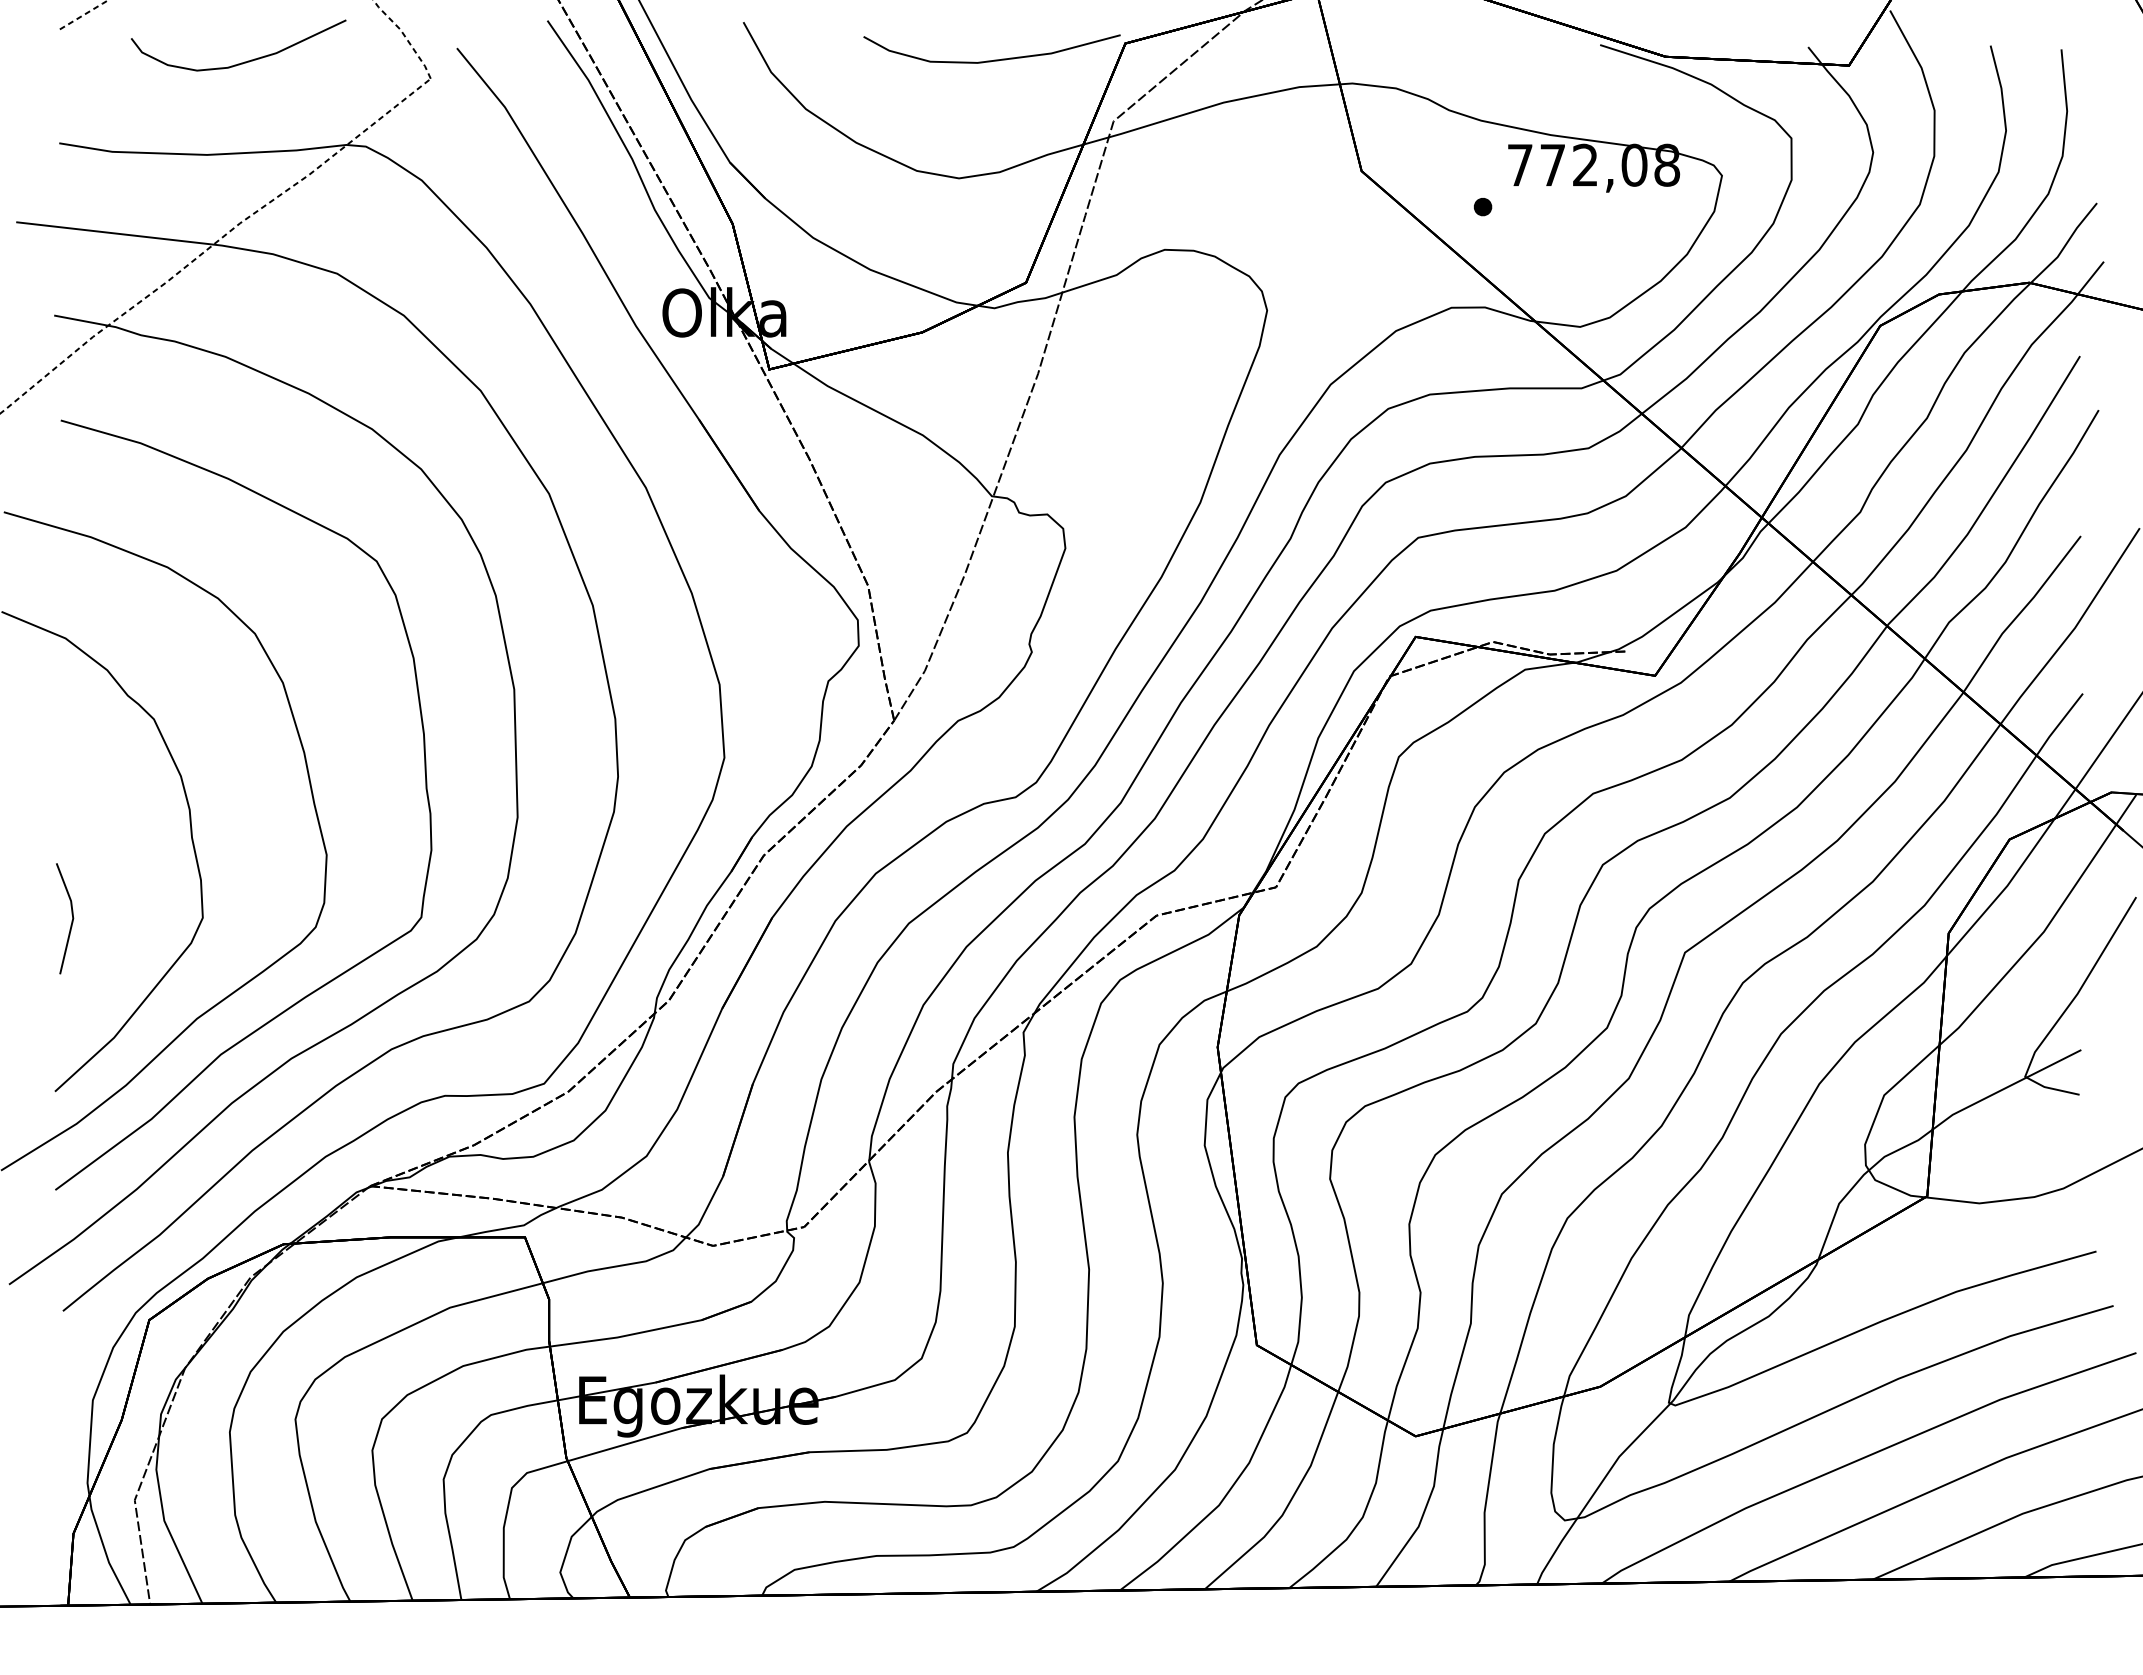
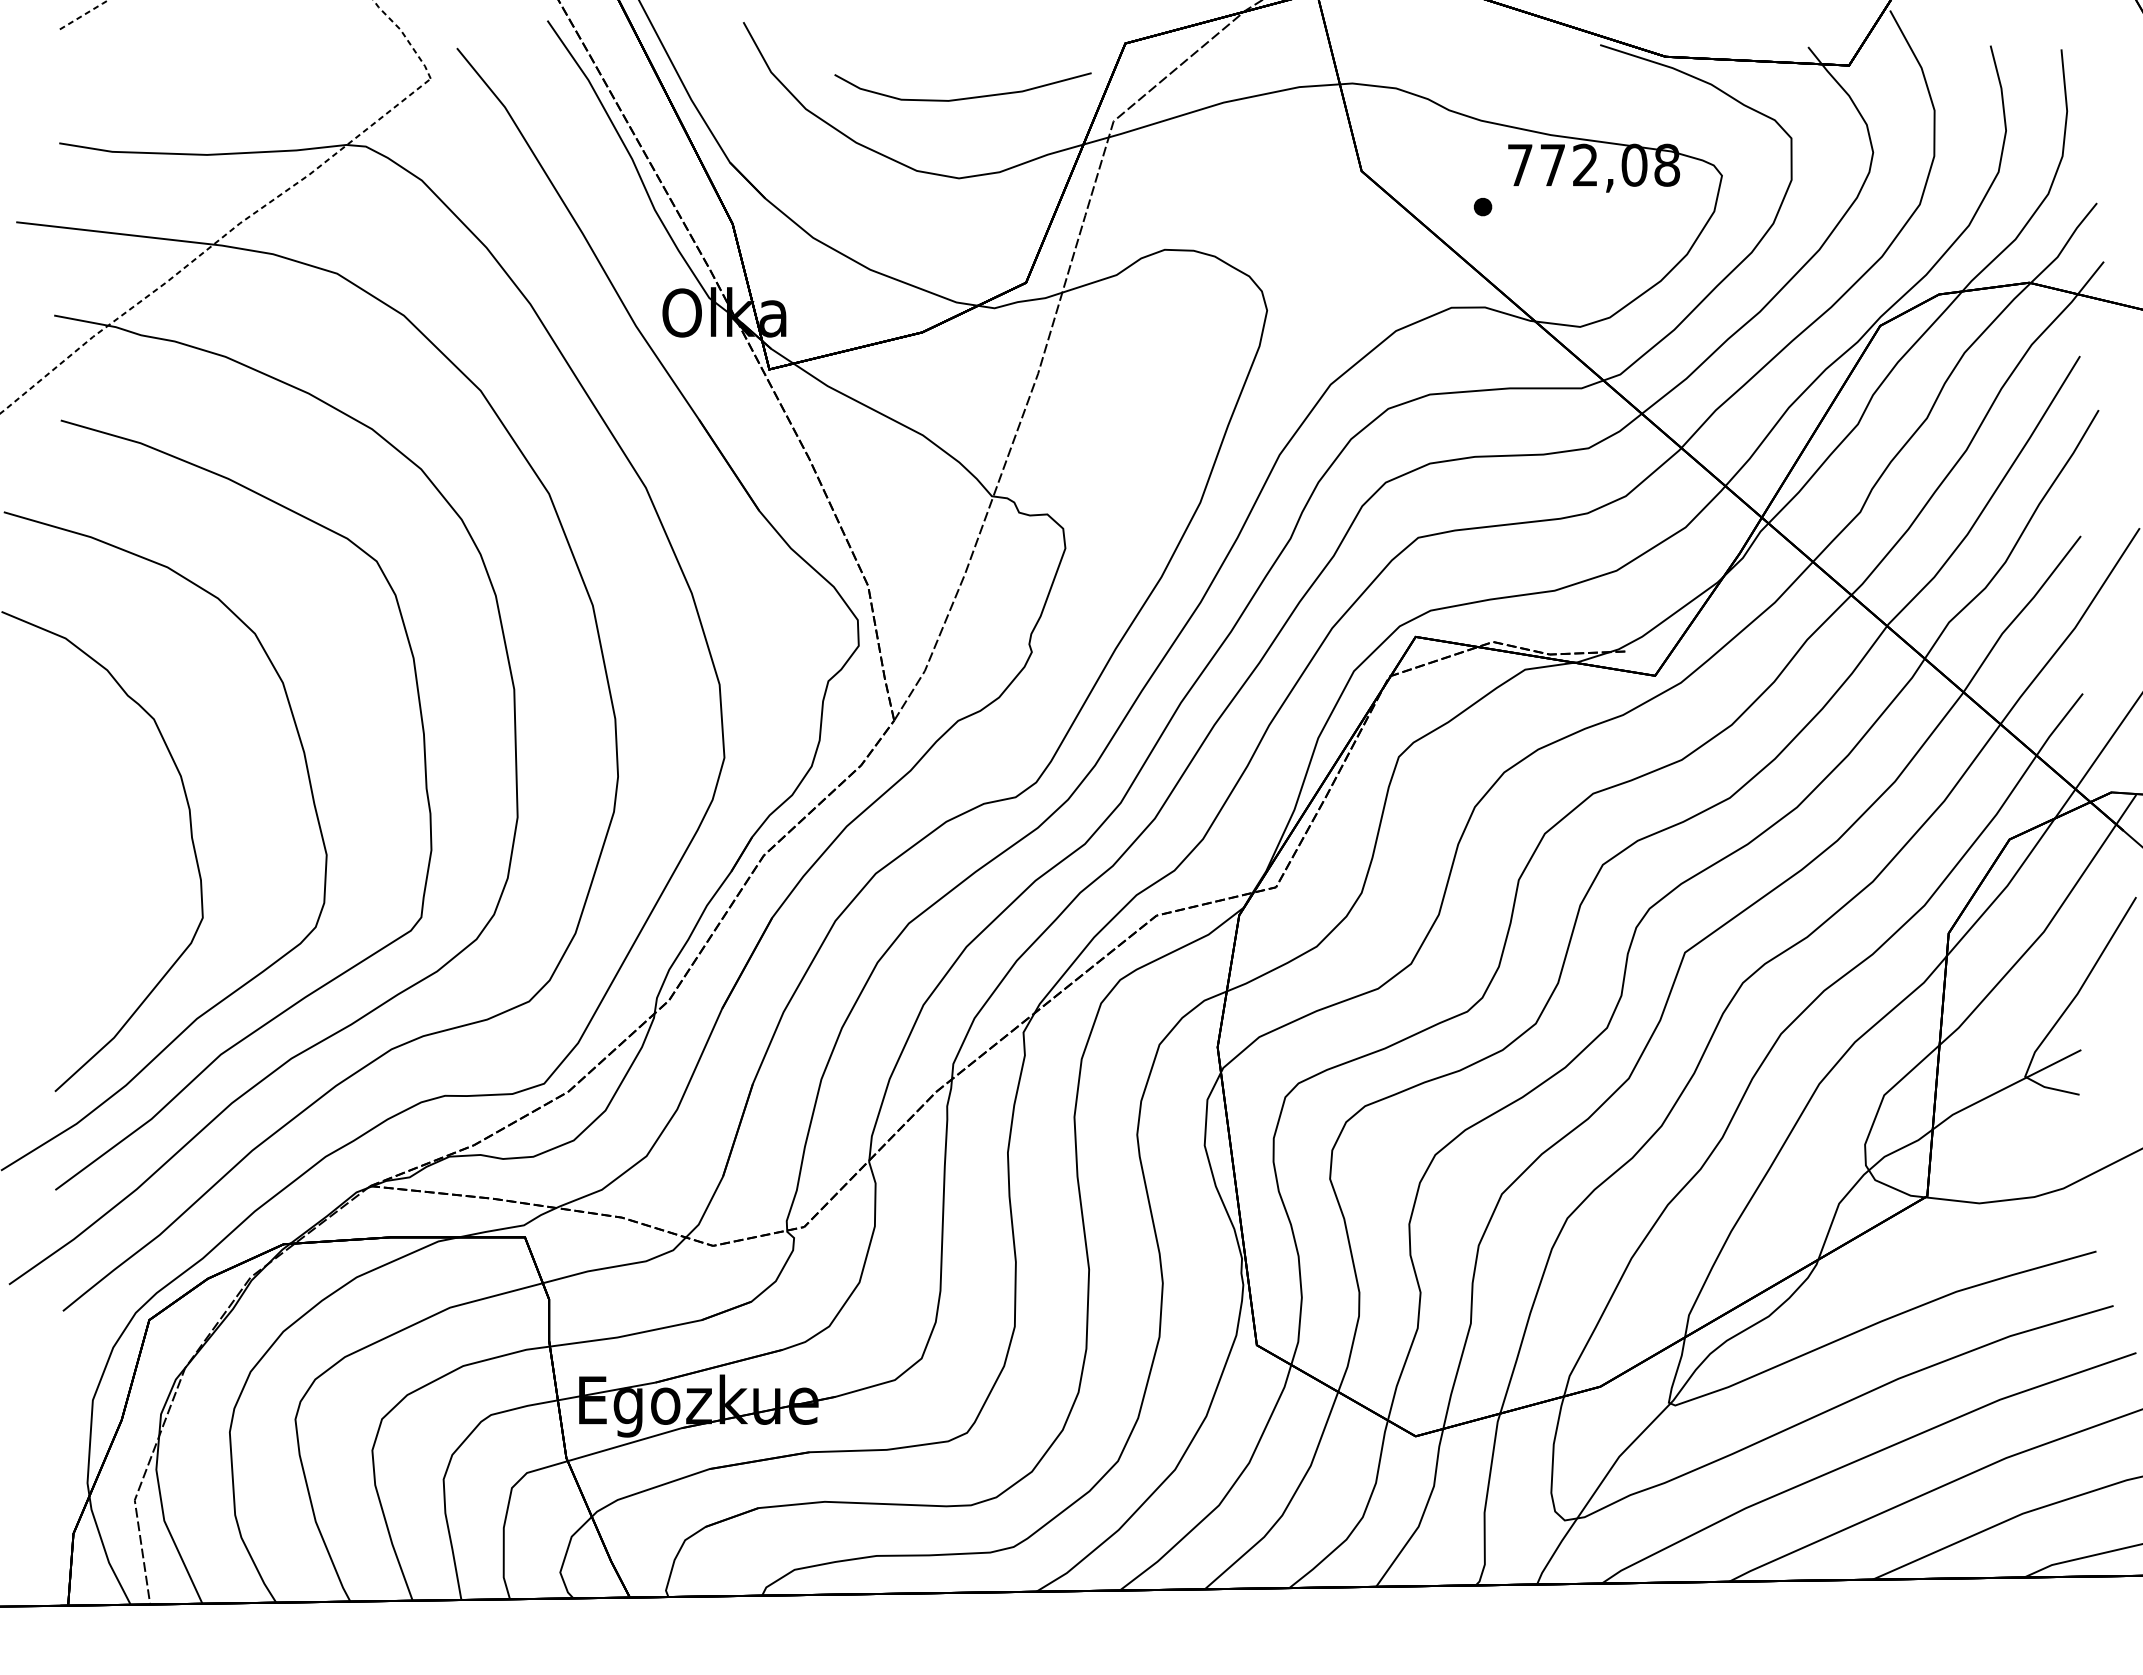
curve at (994, 59) position: (994, 59) -> (965, 97)
curve at (244, 61): present -> none
line at (71, 920): present -> none
